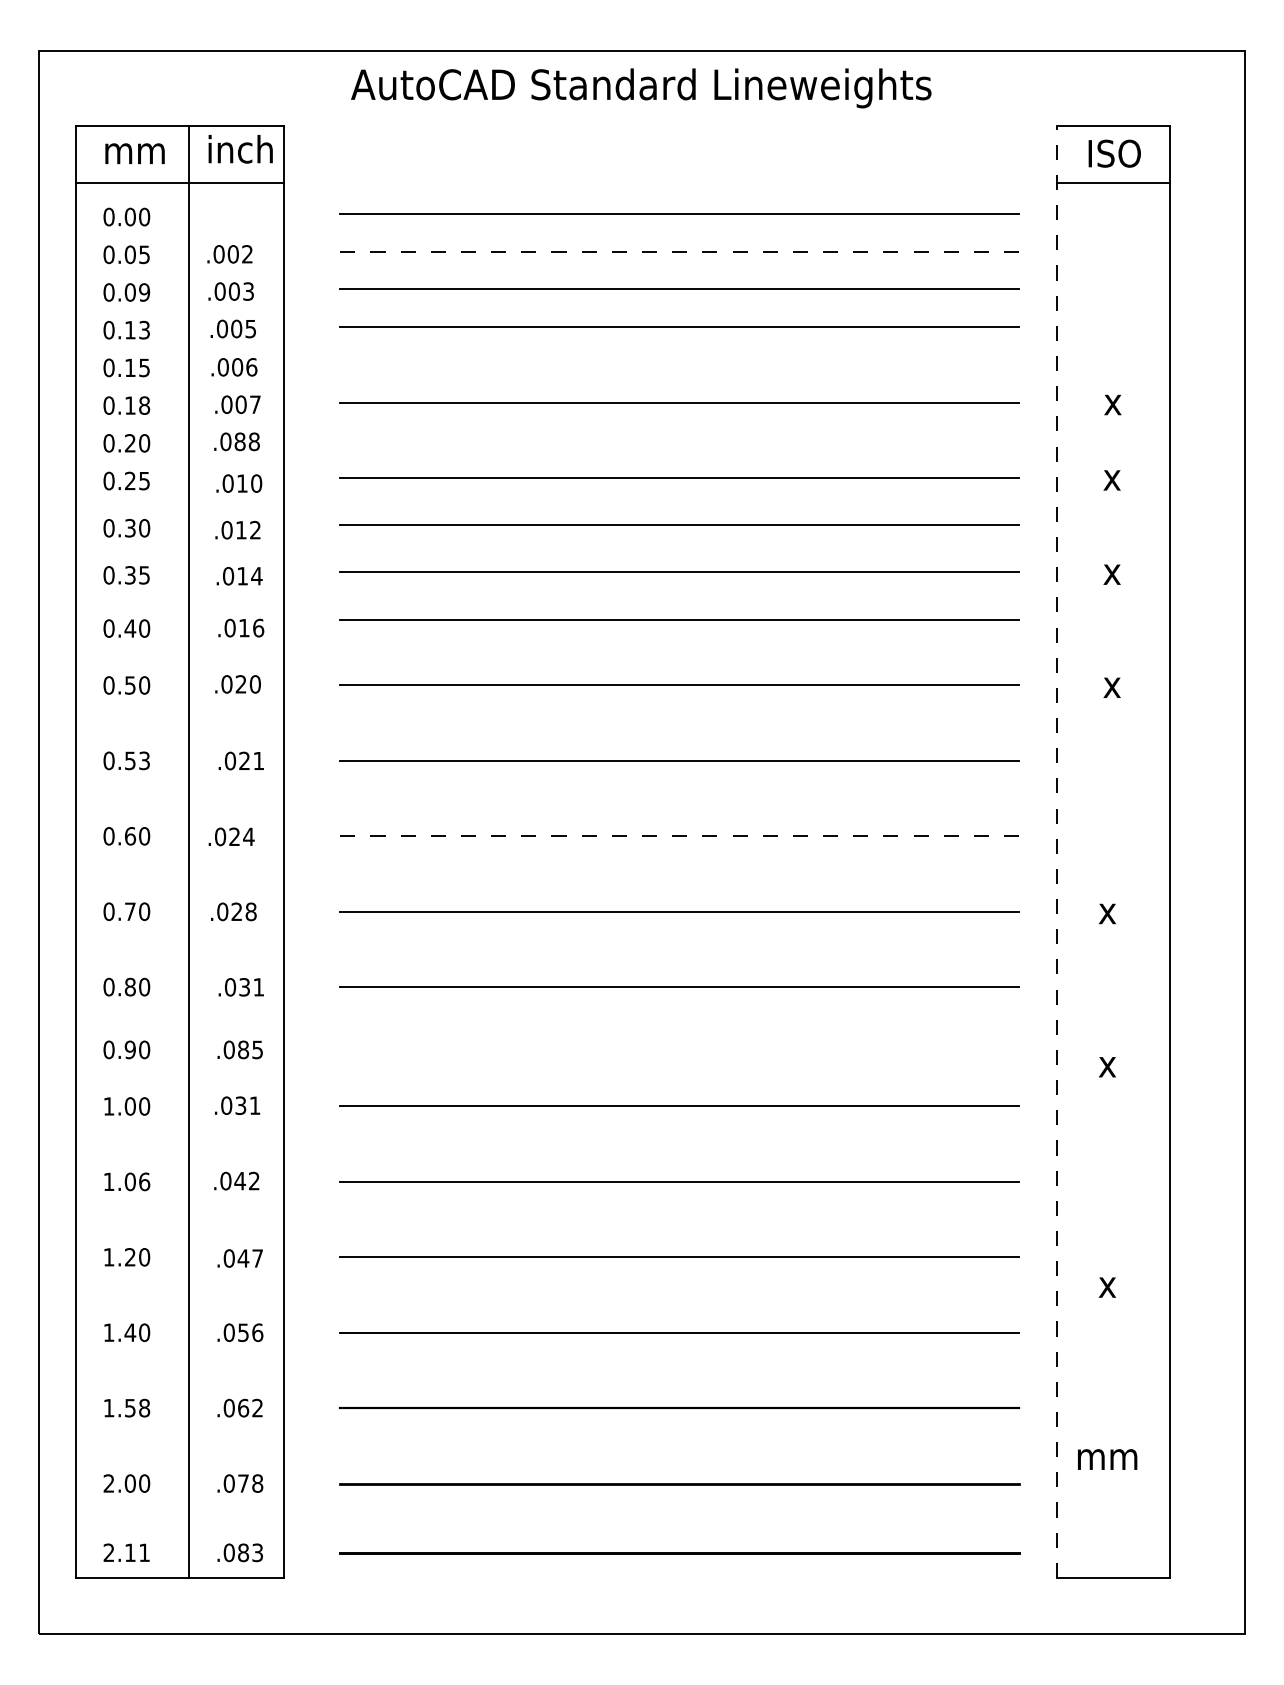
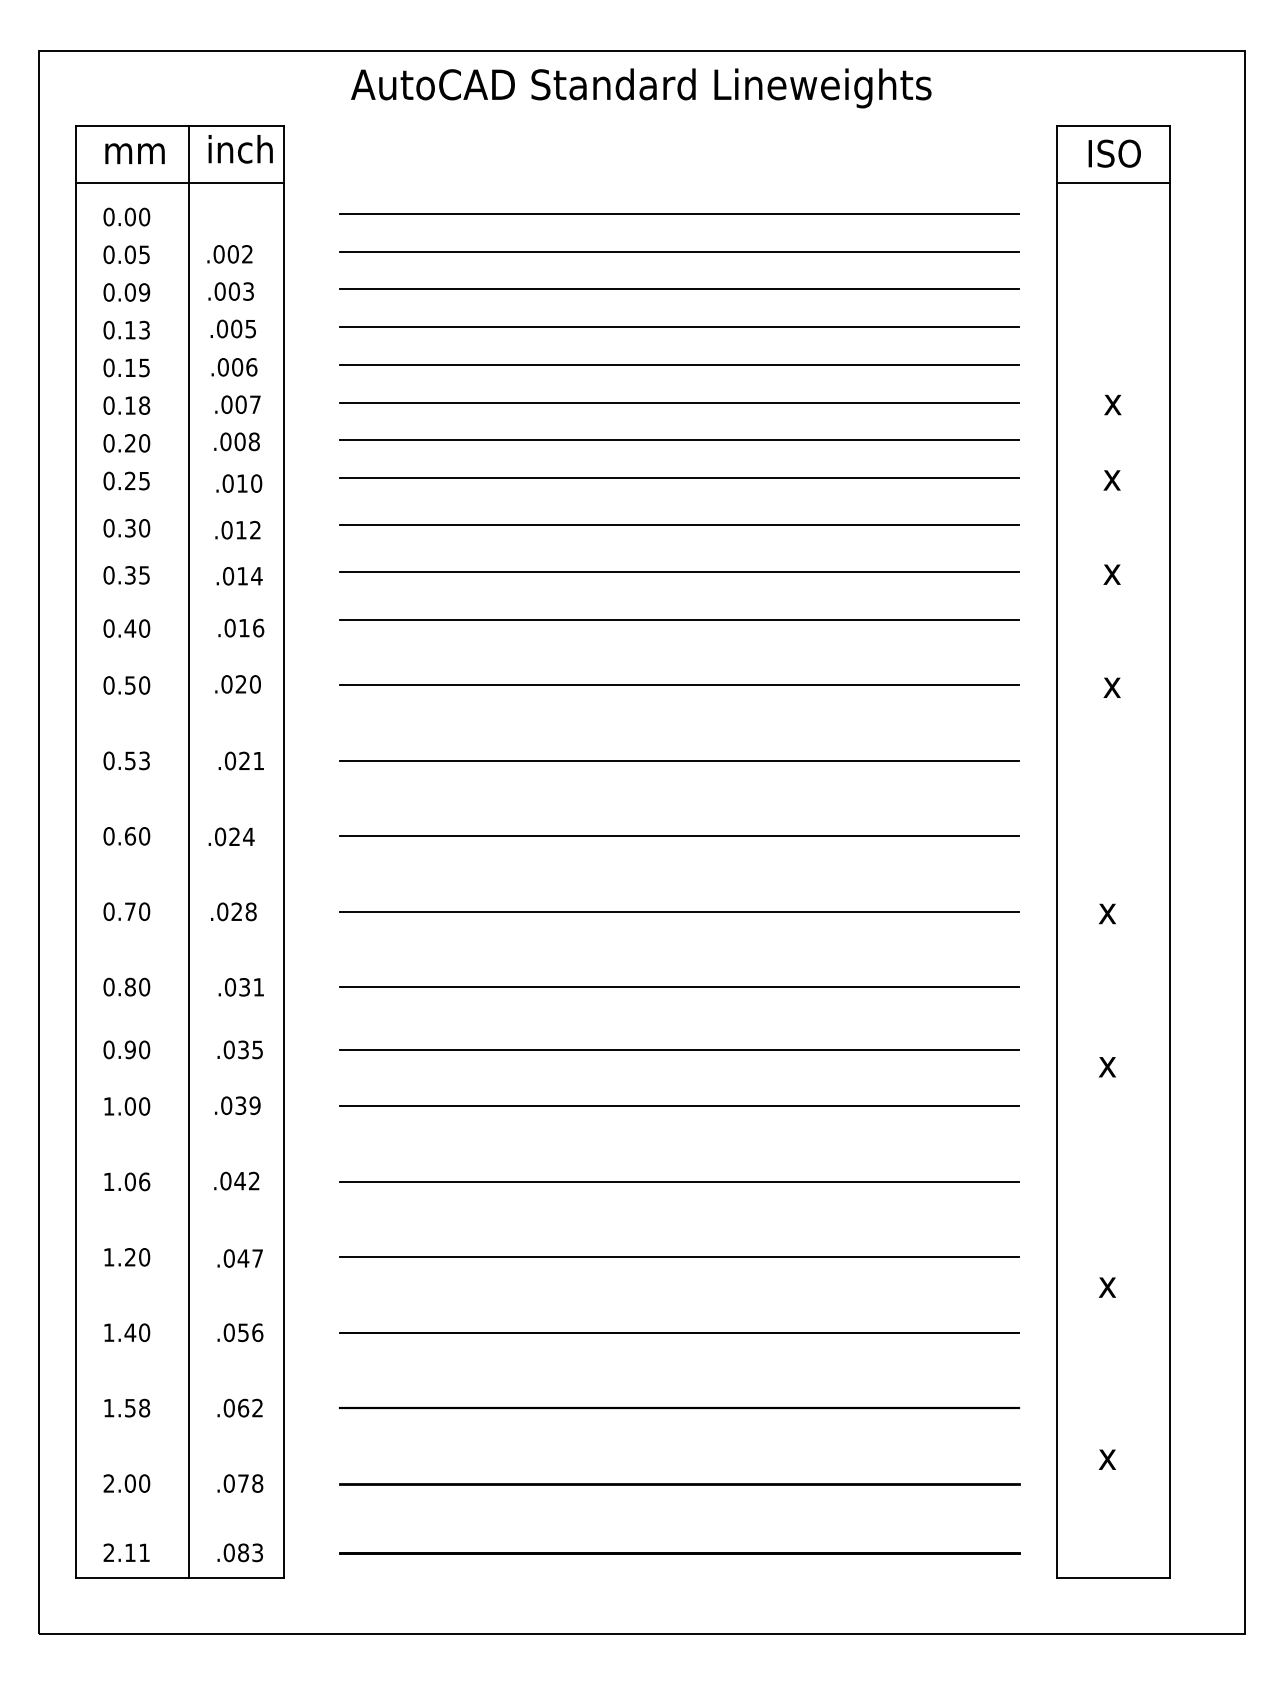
line at (680, 251): dashed -> solid
line at (679, 364): none -> present
line at (679, 440): none -> present
text at (239, 441): .088 -> .008
line at (680, 836): dashed -> solid
line at (1056, 851): dashed -> solid
text at (243, 1049): .085 -> .035
line at (679, 1049): none -> present
text at (254, 1105): .031 -> .039
text at (1107, 1459): mm -> x
